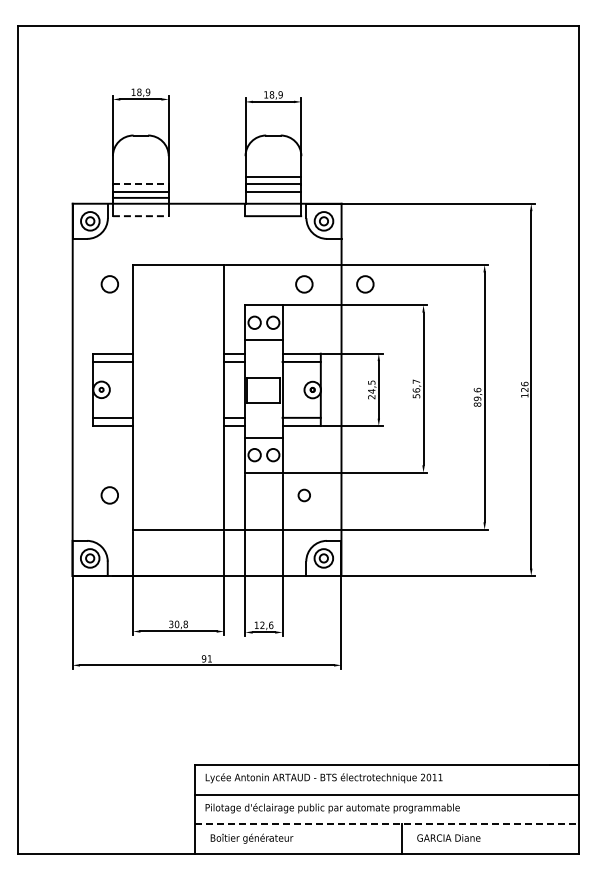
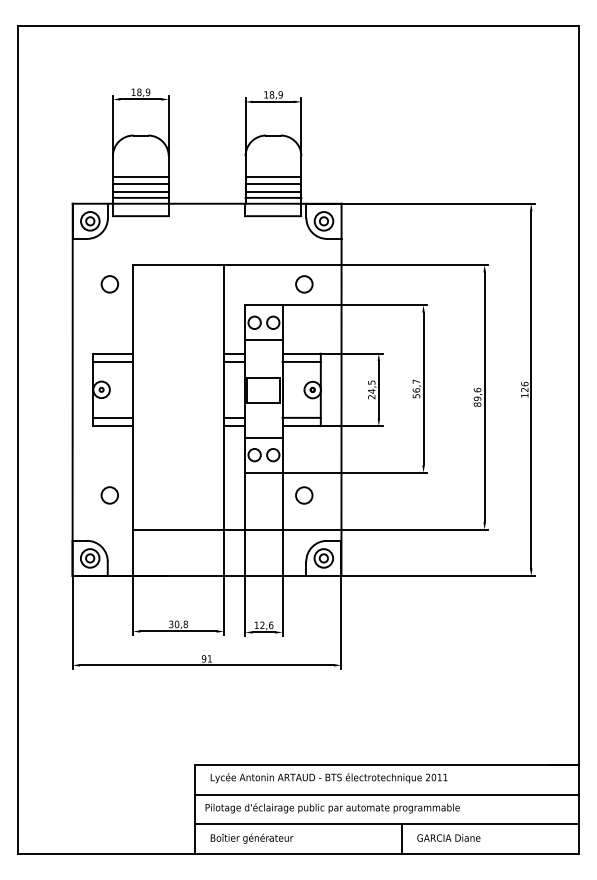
line at (140, 176): none -> present
line at (140, 183): dashed -> solid
line at (273, 197): none -> present
line at (140, 216): dashed -> solid
circle at (365, 284): present -> none
circle at (303, 495) size: 14x15 px -> 19x19 px
text at (323, 778) position: (323, 778) -> (328, 778)
line at (387, 824): dashed -> solid
